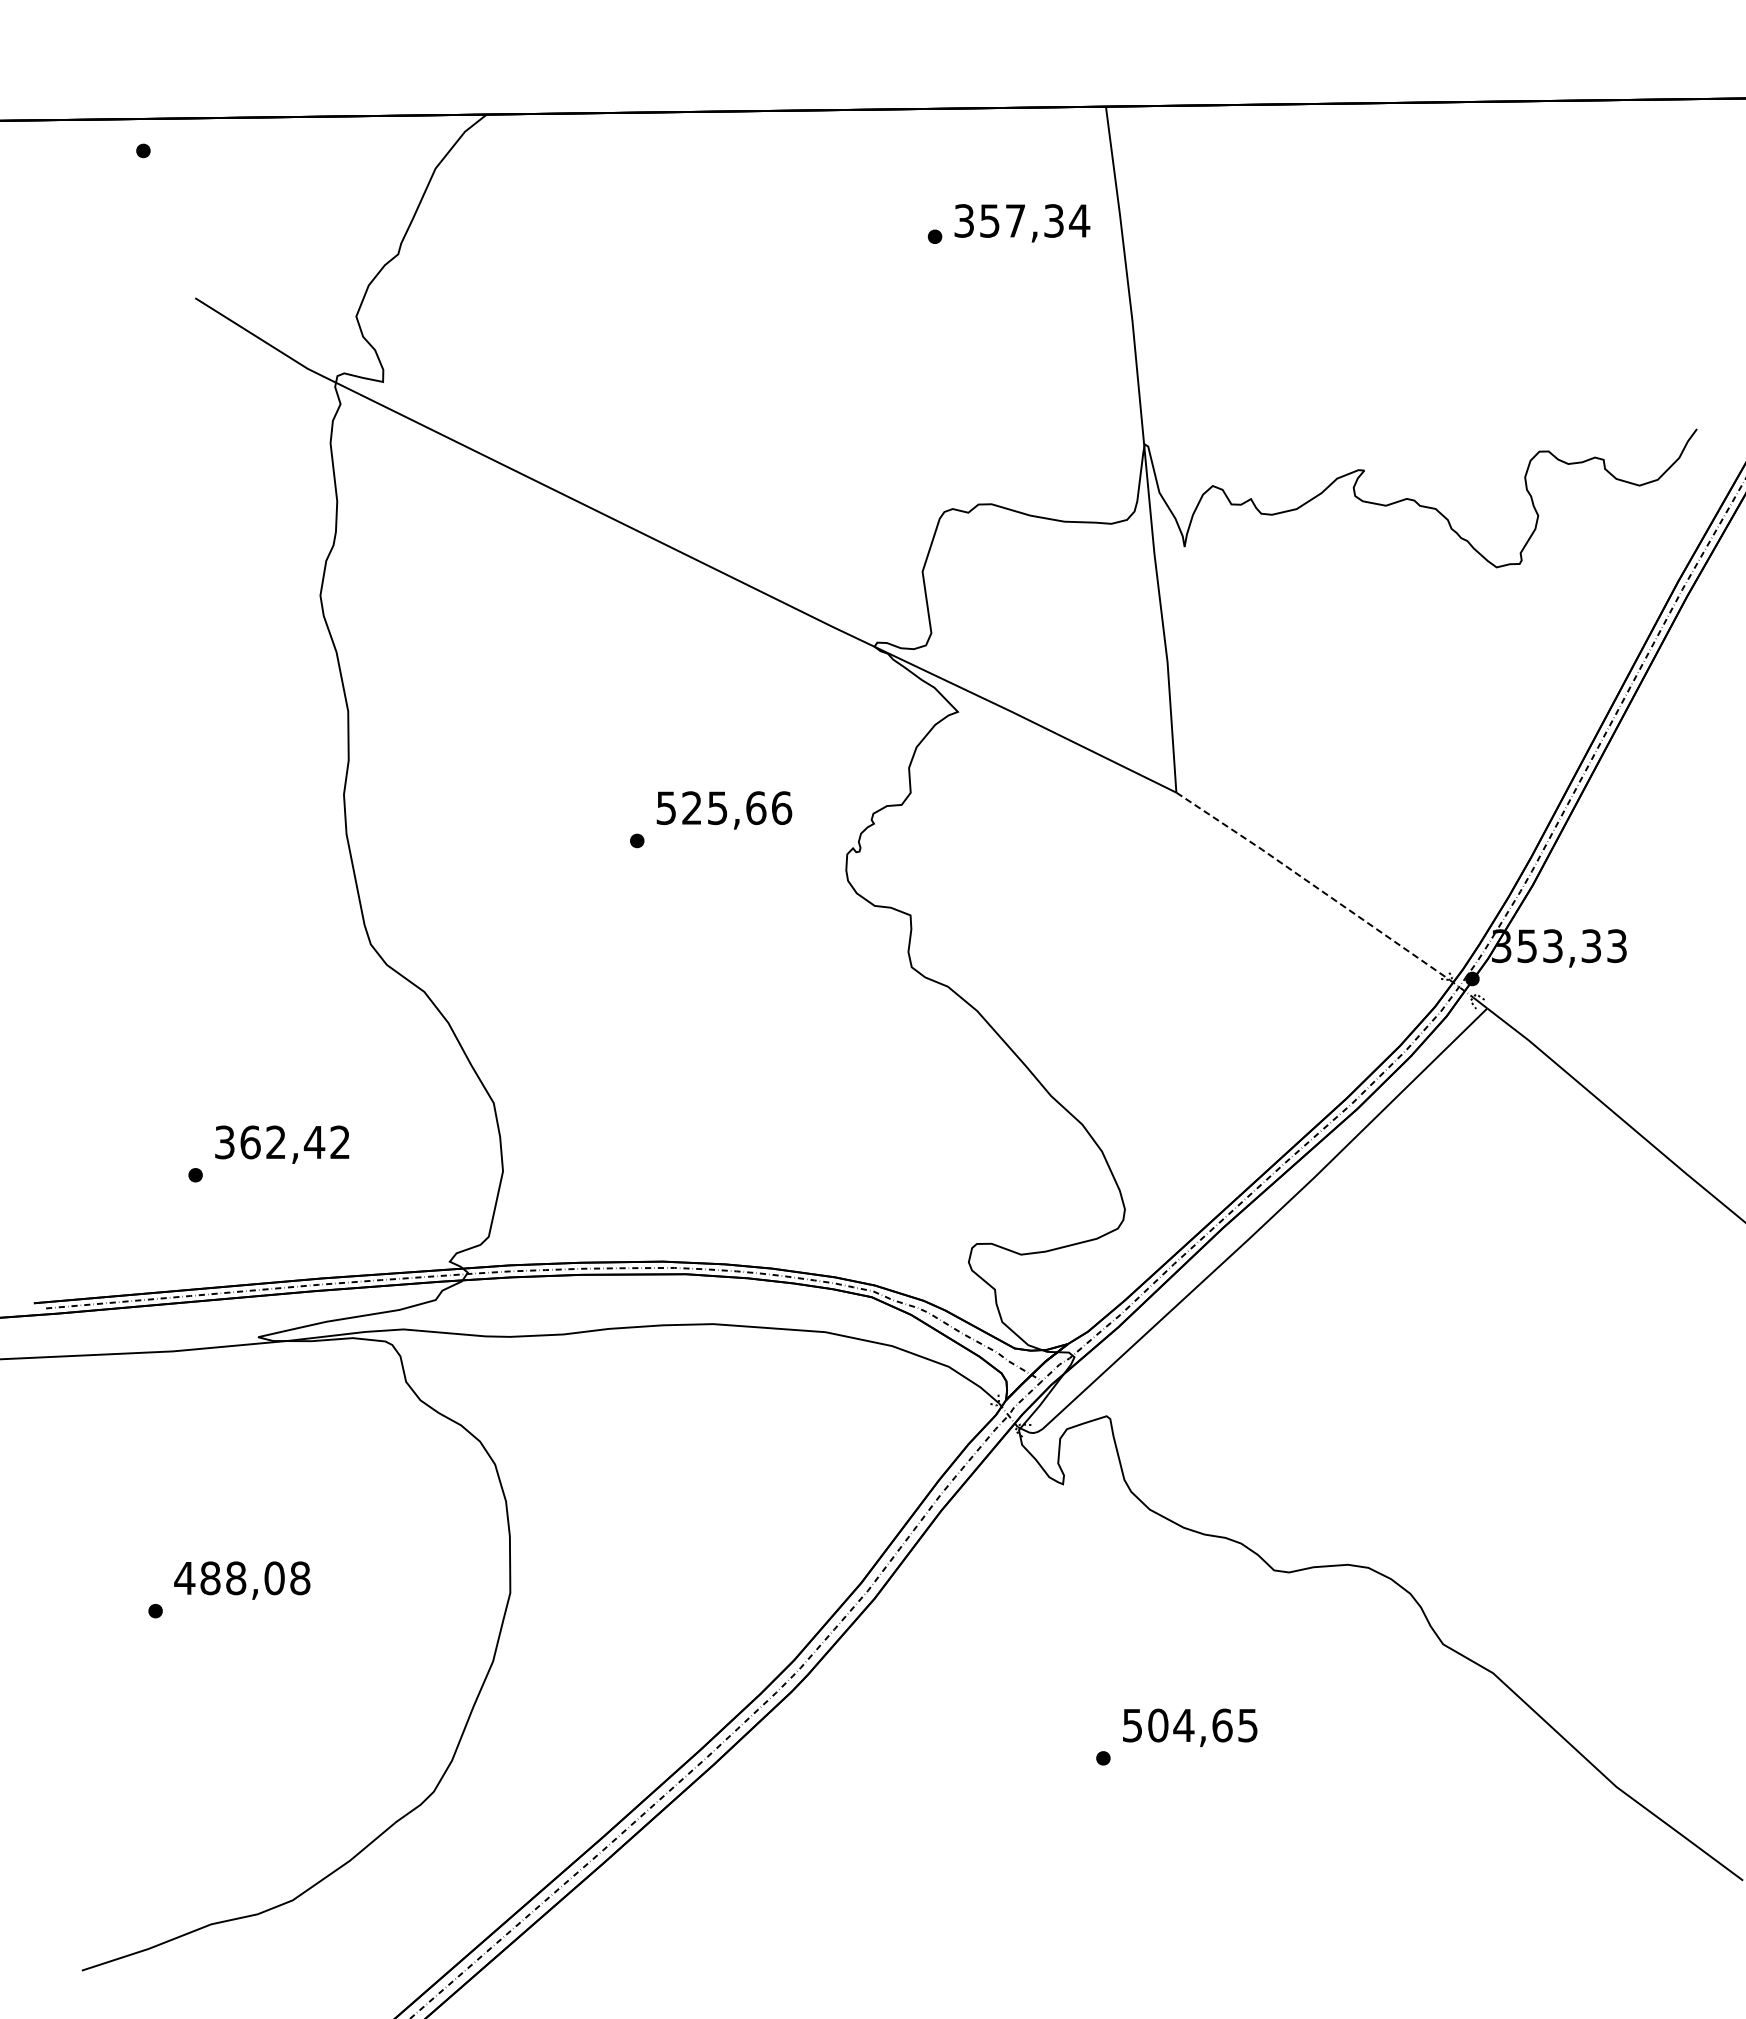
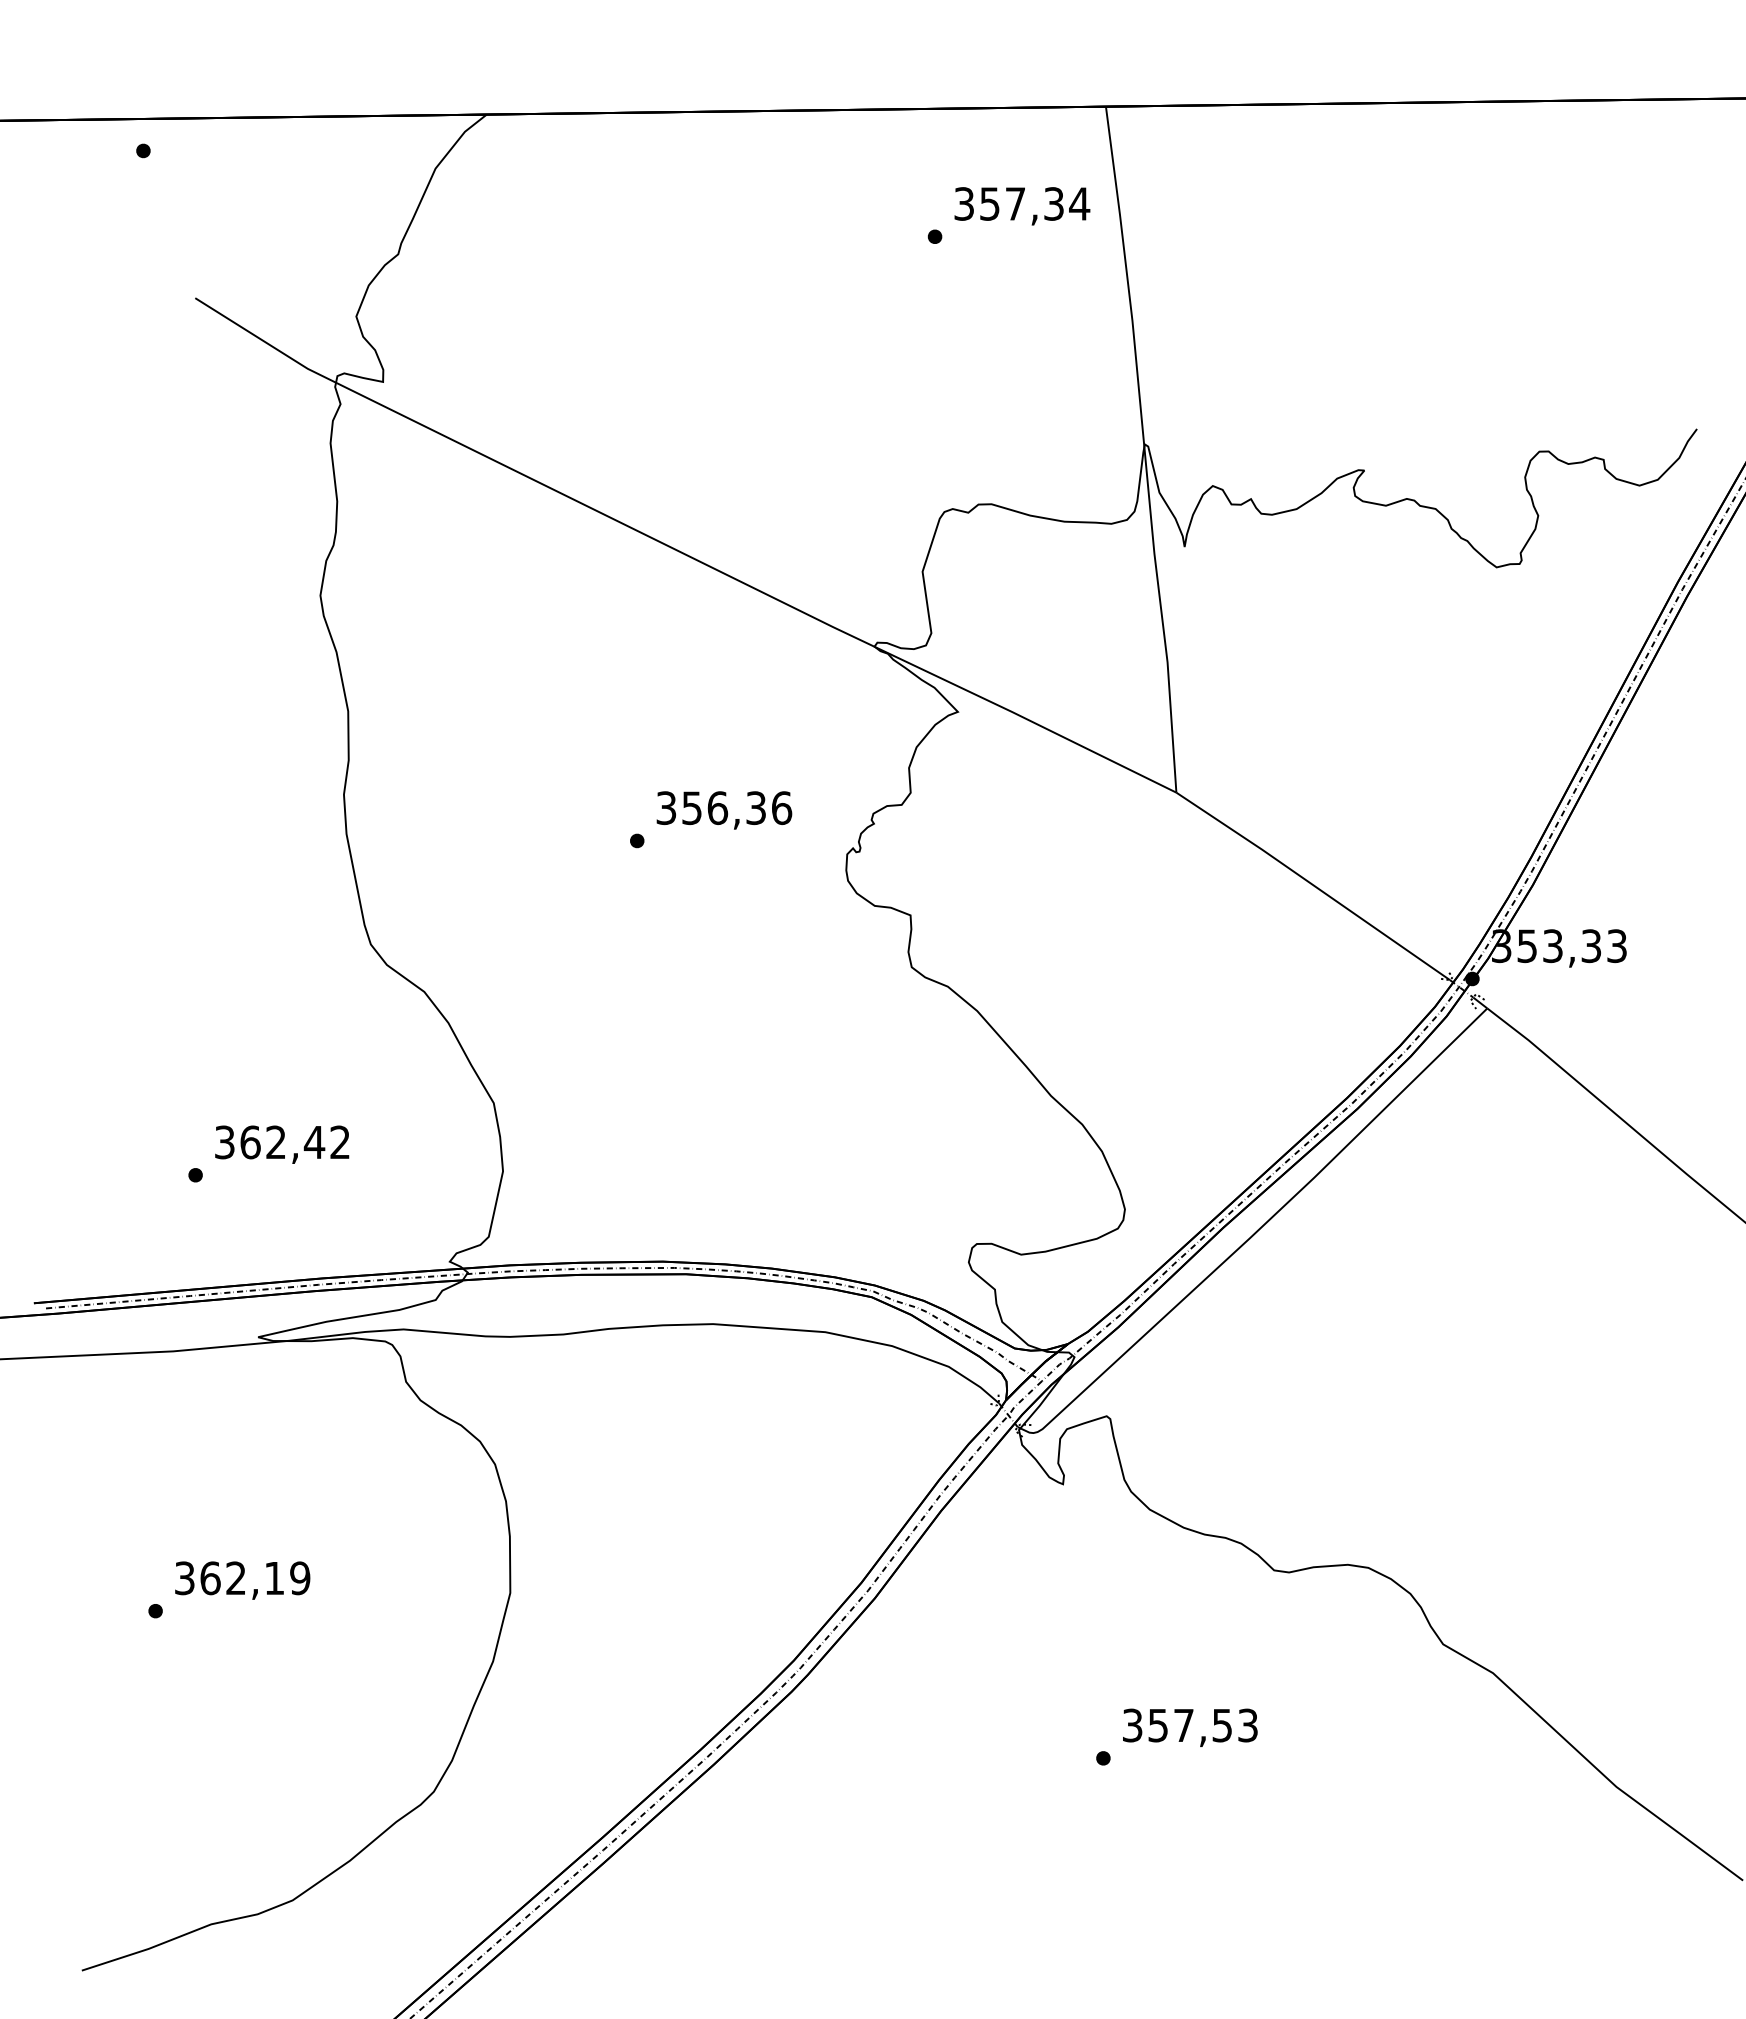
text at (1022, 223) position: (1022, 223) -> (1022, 206)
text at (711, 808): 525,66 -> 356,36
line at (1313, 885): dashed -> solid
text at (242, 1578): 488,08 -> 362,19
text at (1190, 1725): 504,65 -> 357,53
